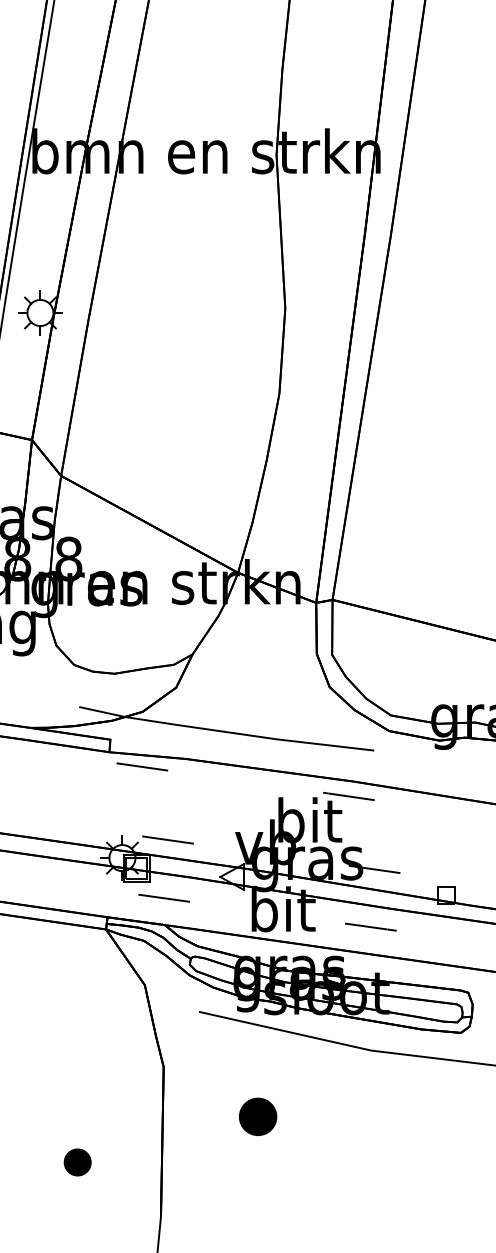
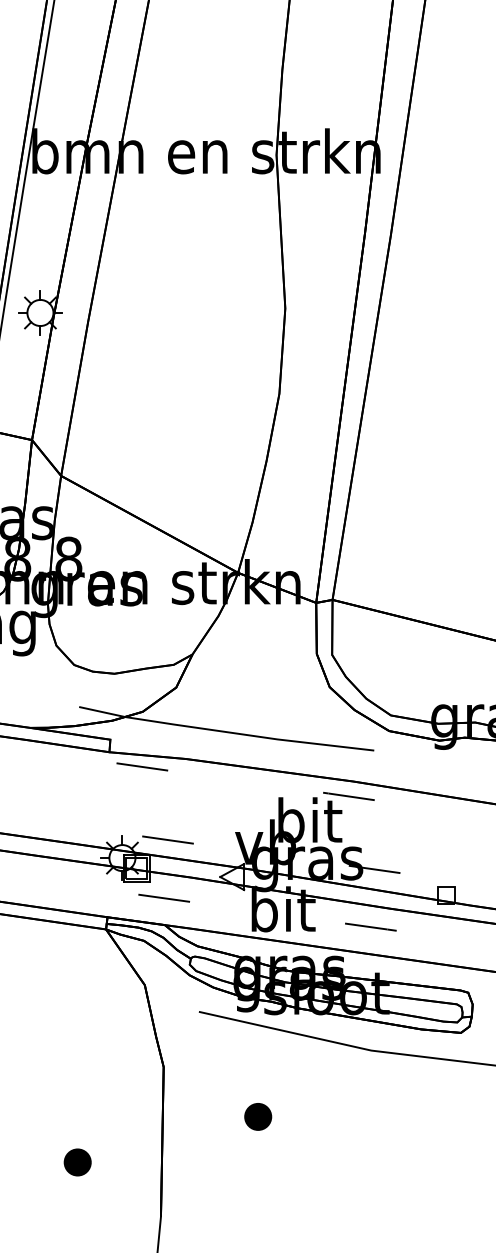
part at (258, 1116) size: 39x39 px -> 29x28 px
